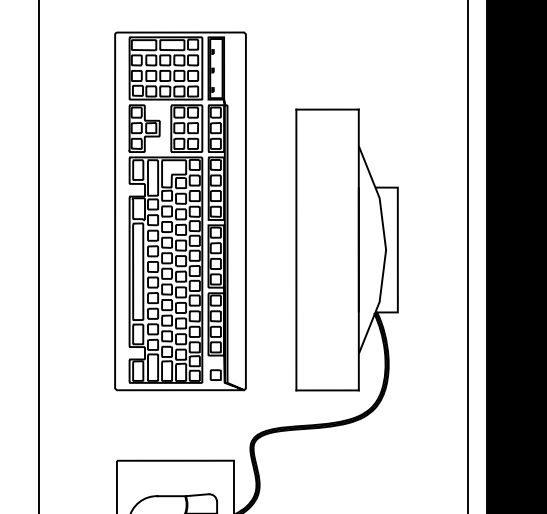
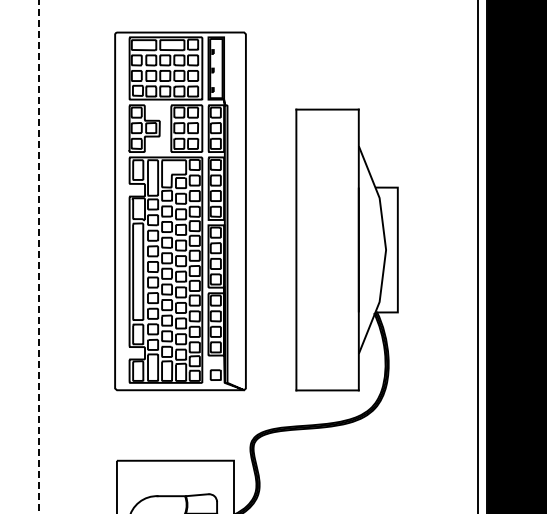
line at (38, 256): solid -> dashed
line at (467, 256) position: (467, 256) -> (477, 256)
